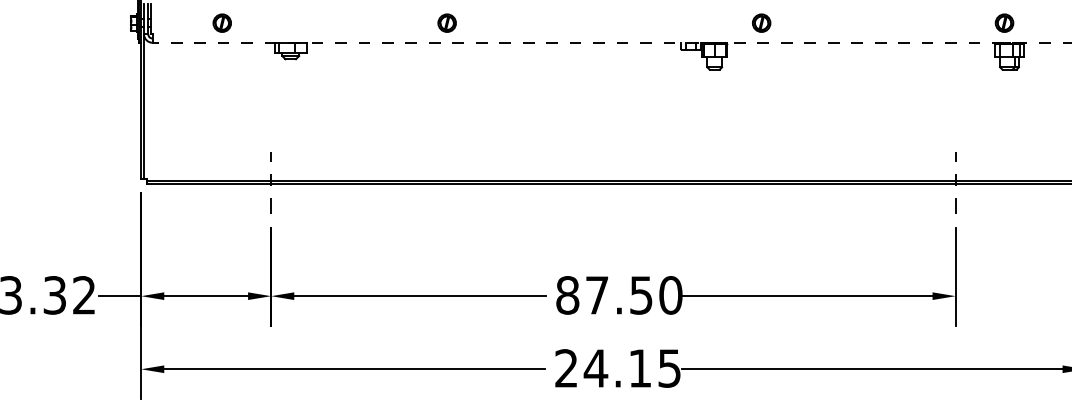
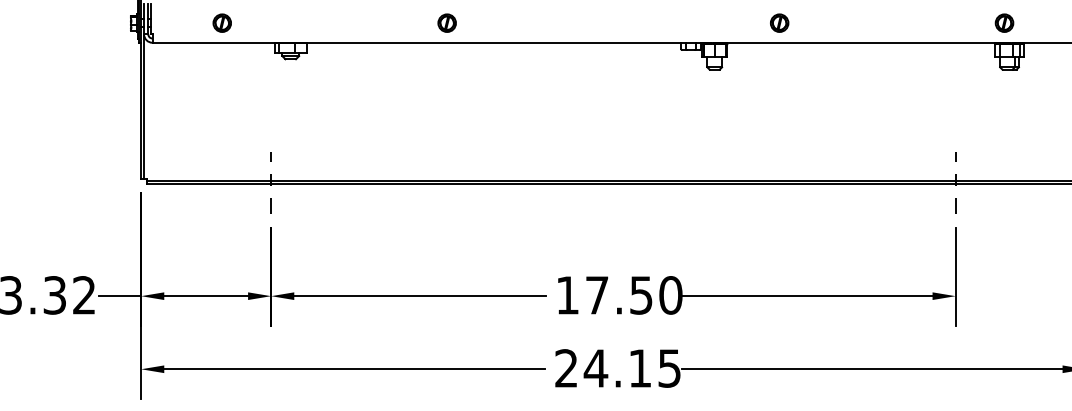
part at (761, 22) position: (761, 22) -> (779, 22)
line at (611, 42): dashed -> solid
text at (567, 295): 87.50 -> 17.50
